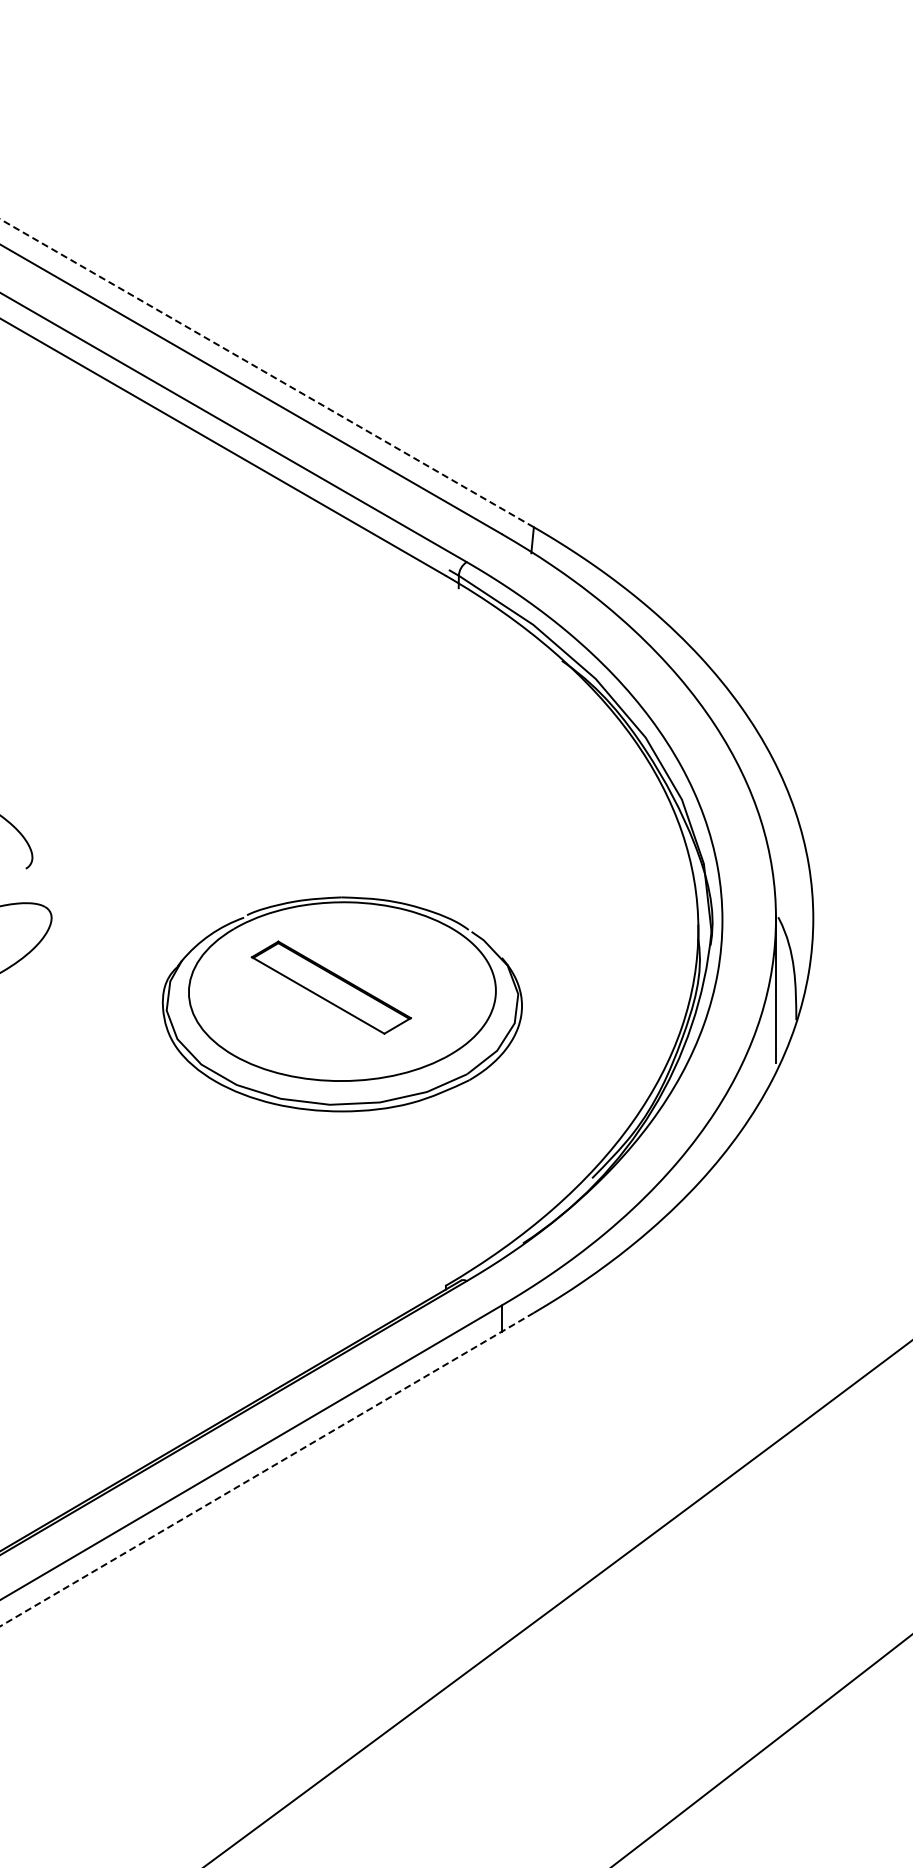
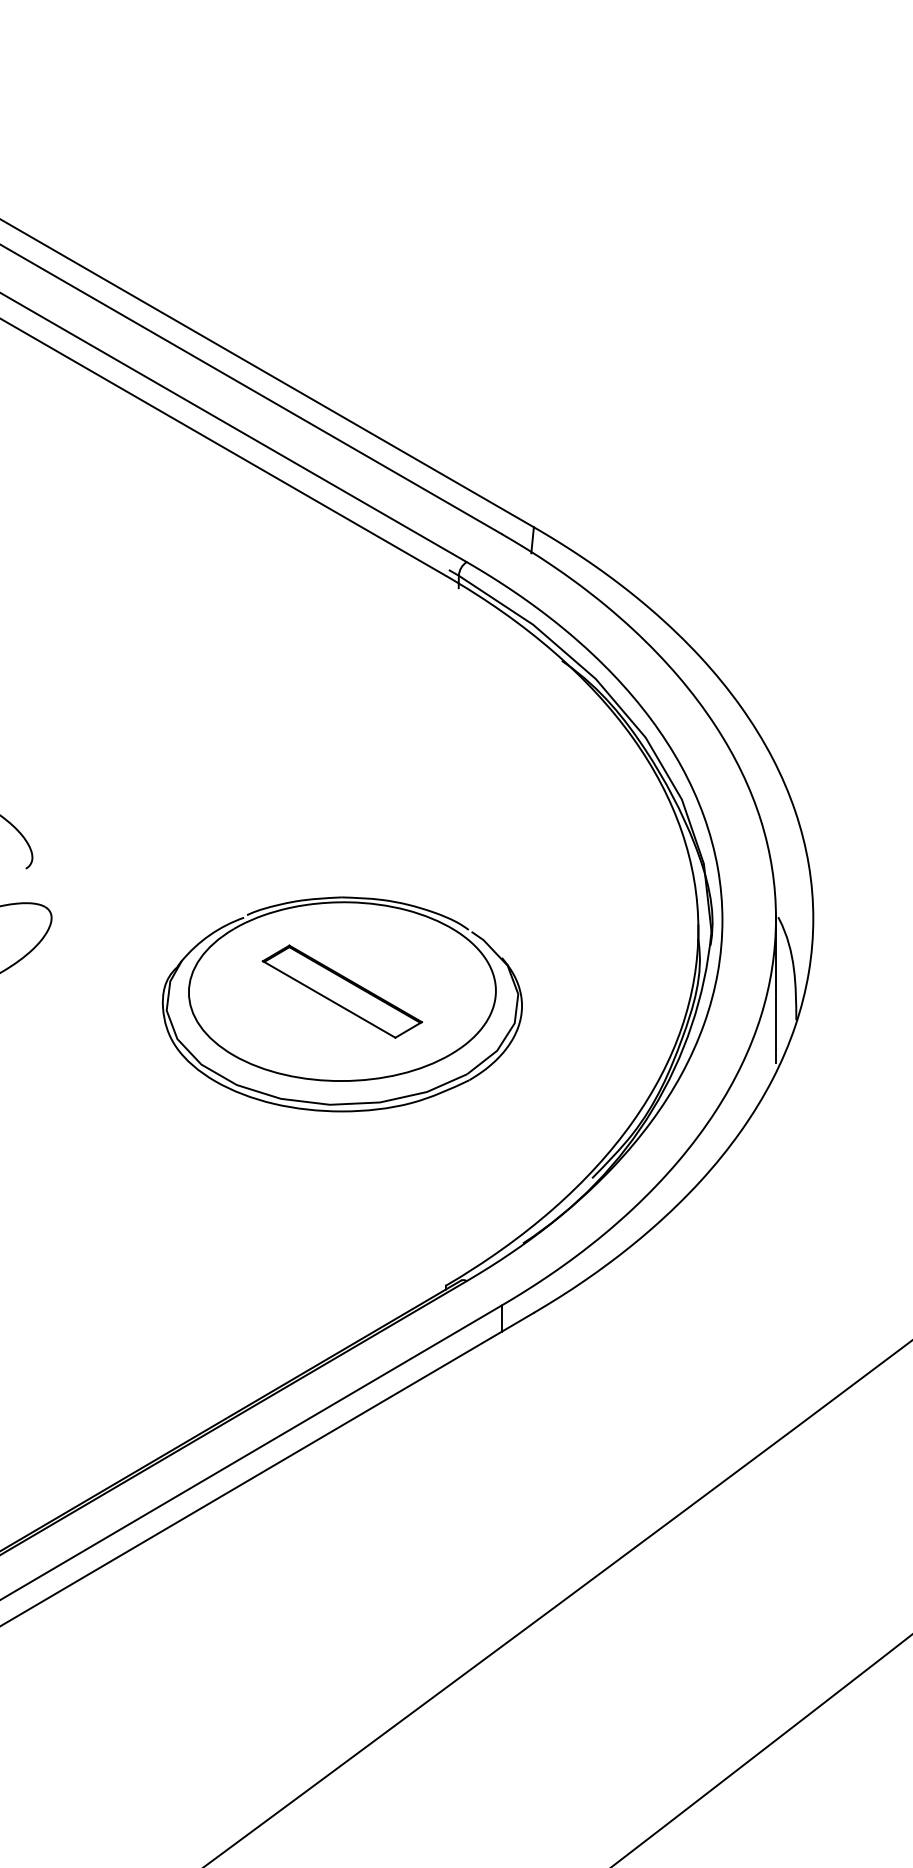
line at (267, 373): dashed -> solid
part at (330, 987) position: (330, 987) -> (341, 991)
line at (266, 1469): dashed -> solid
